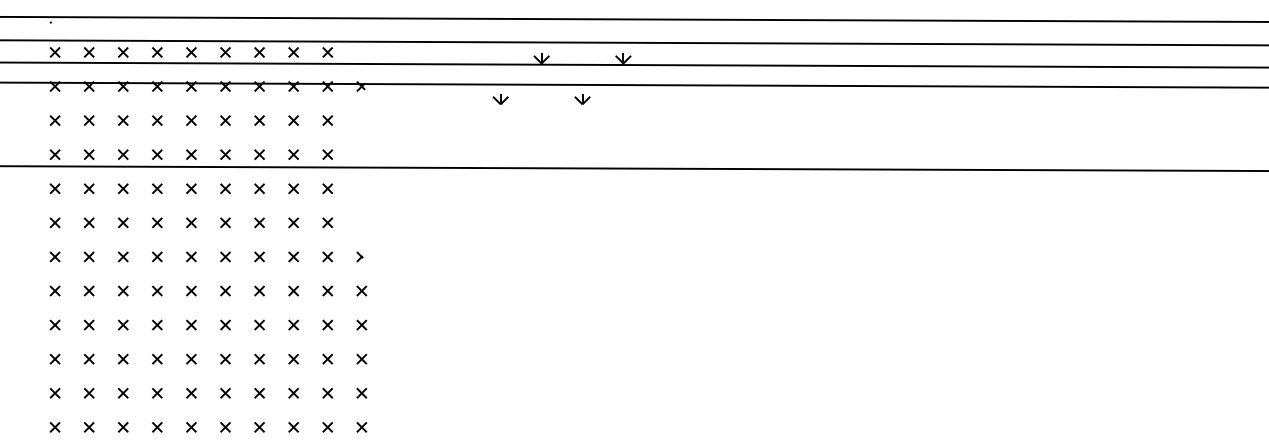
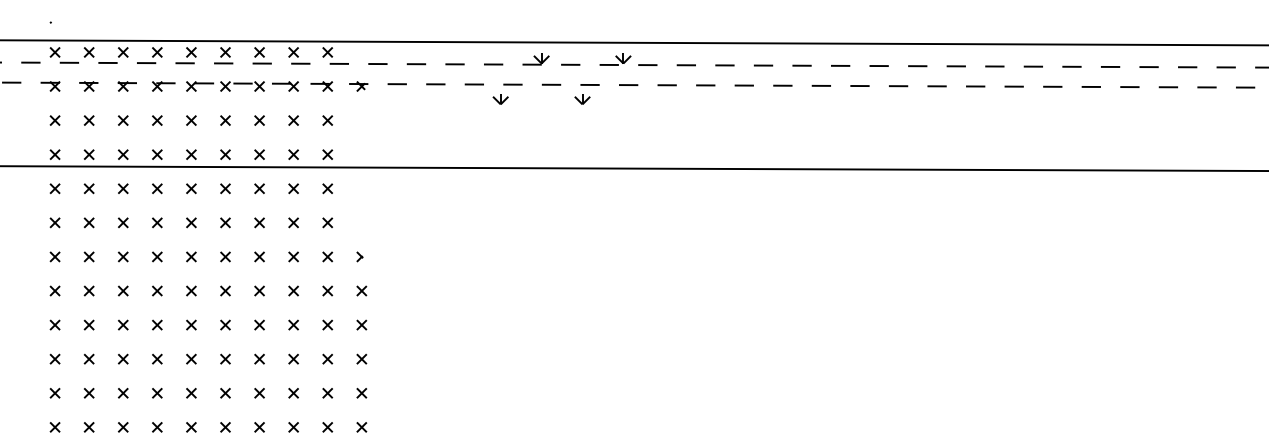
line at (633, 18): present -> none
line at (634, 65): solid -> dashed
line at (634, 85): solid -> dashed
